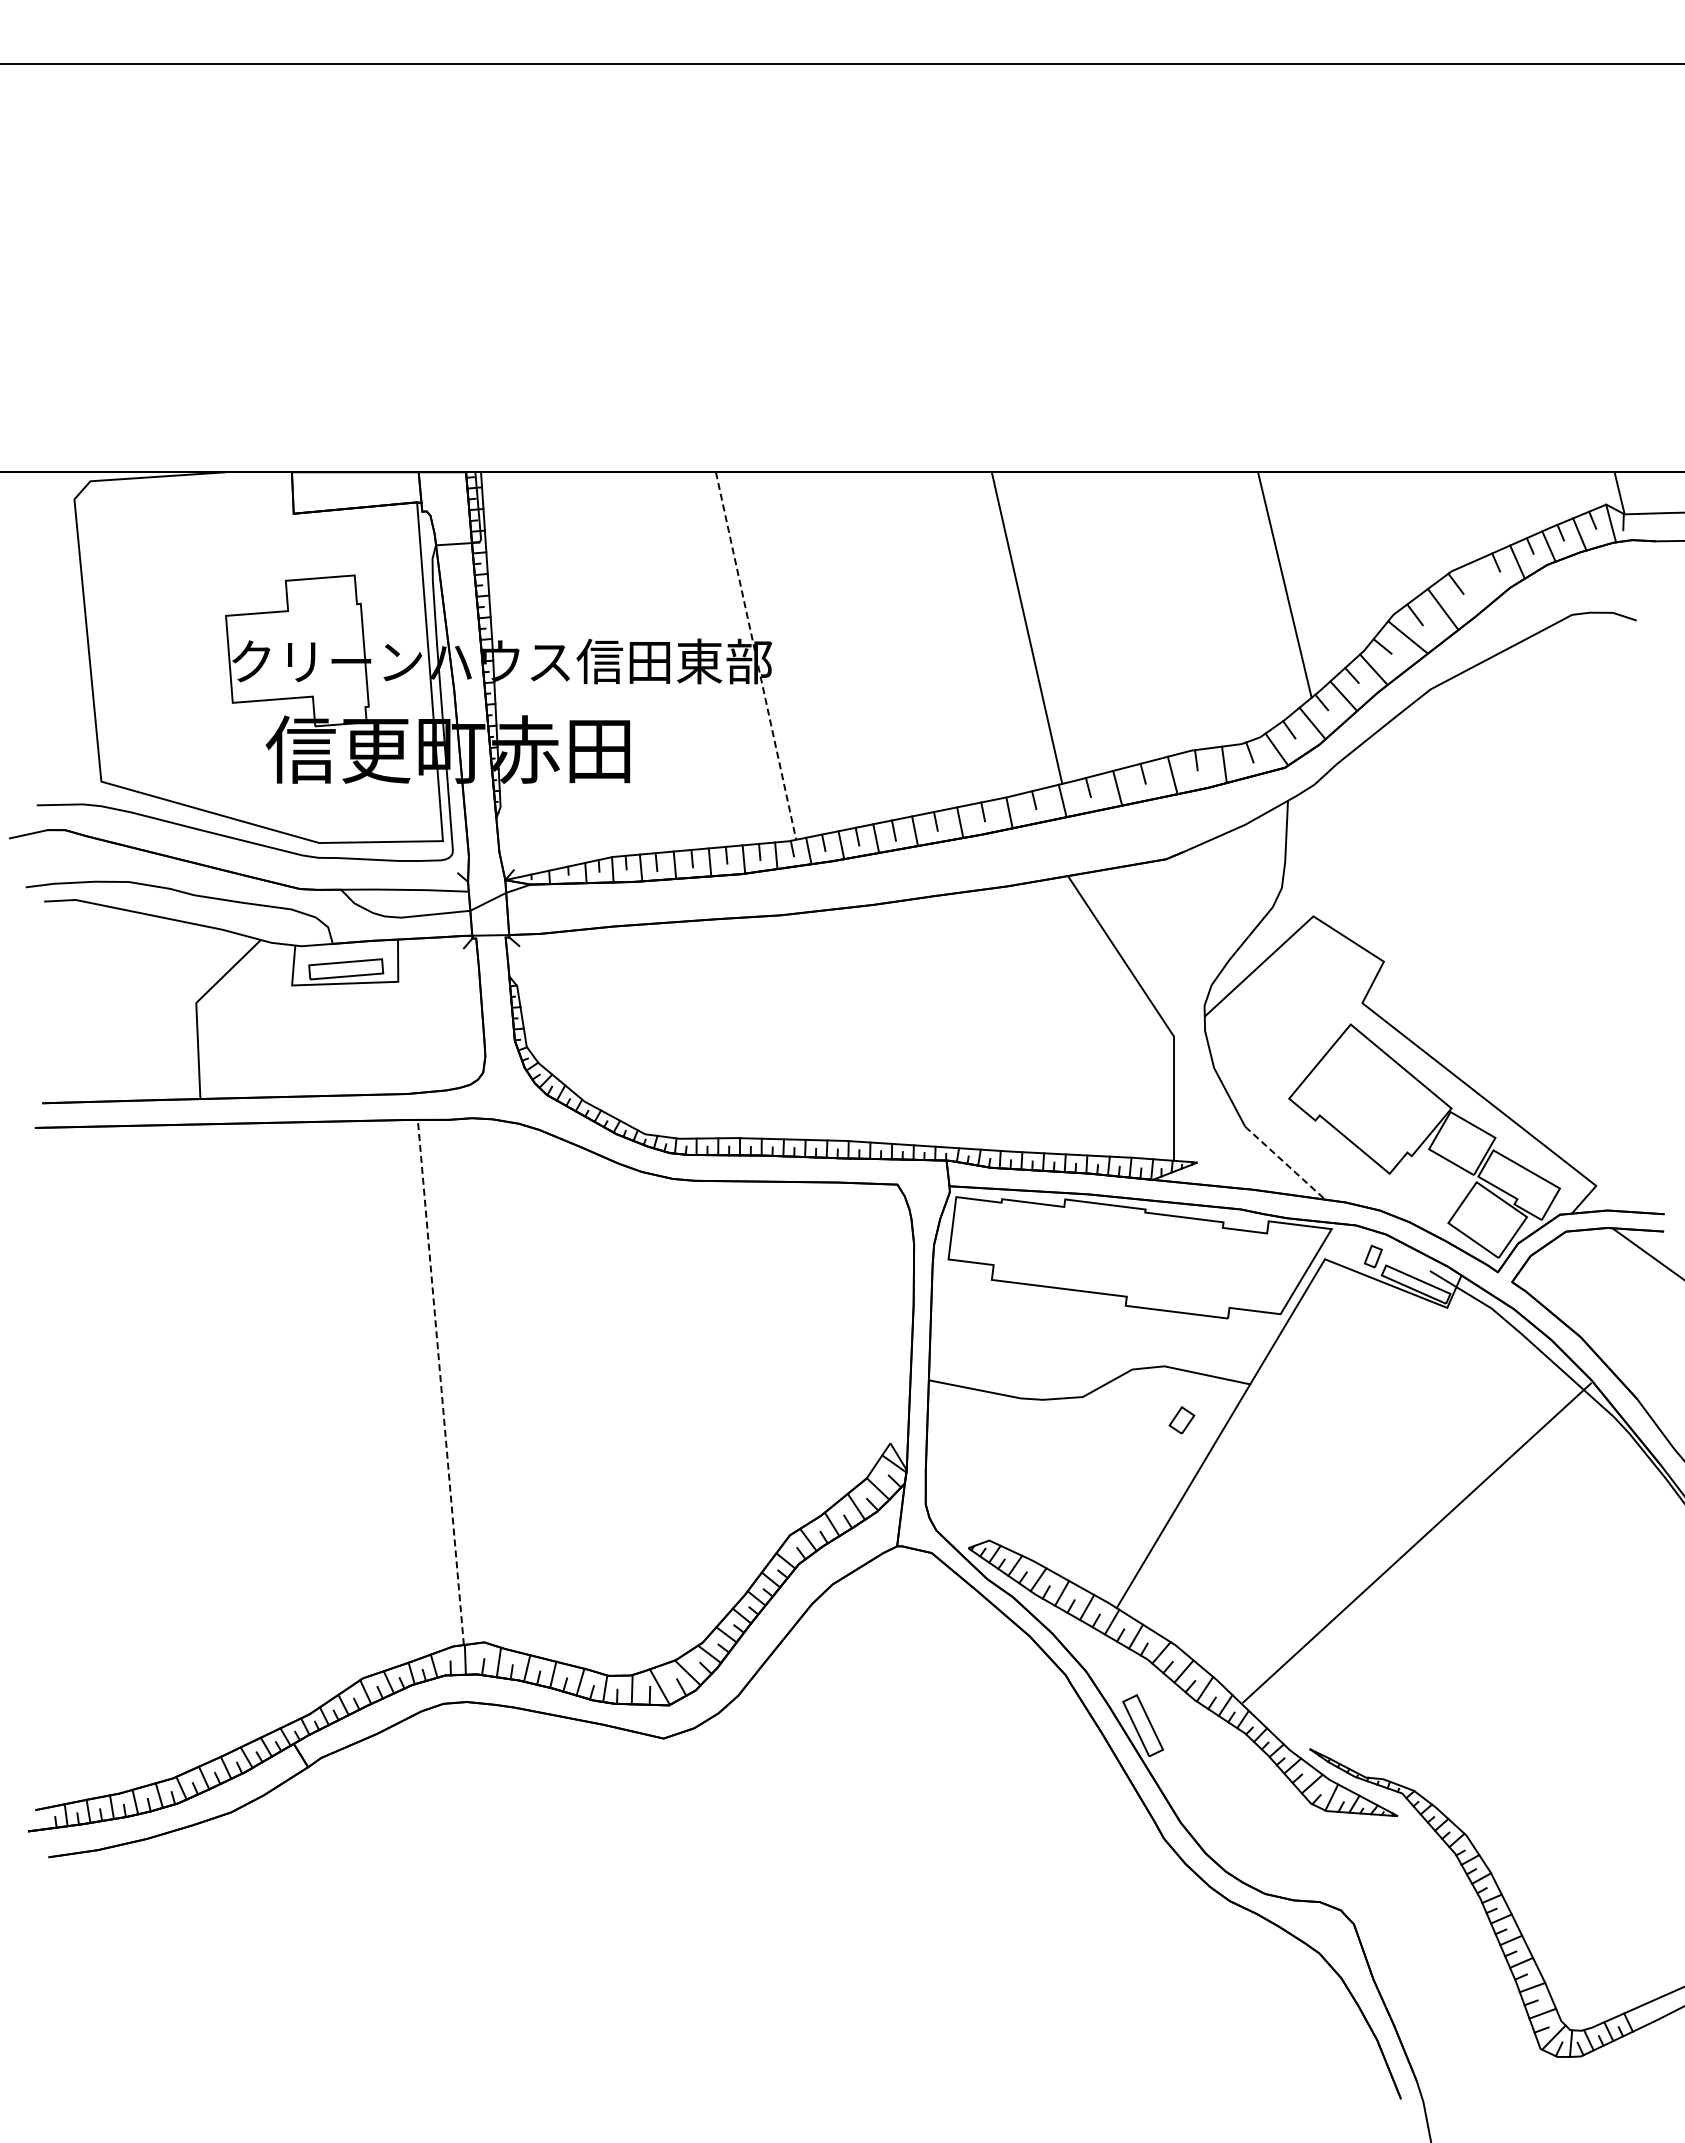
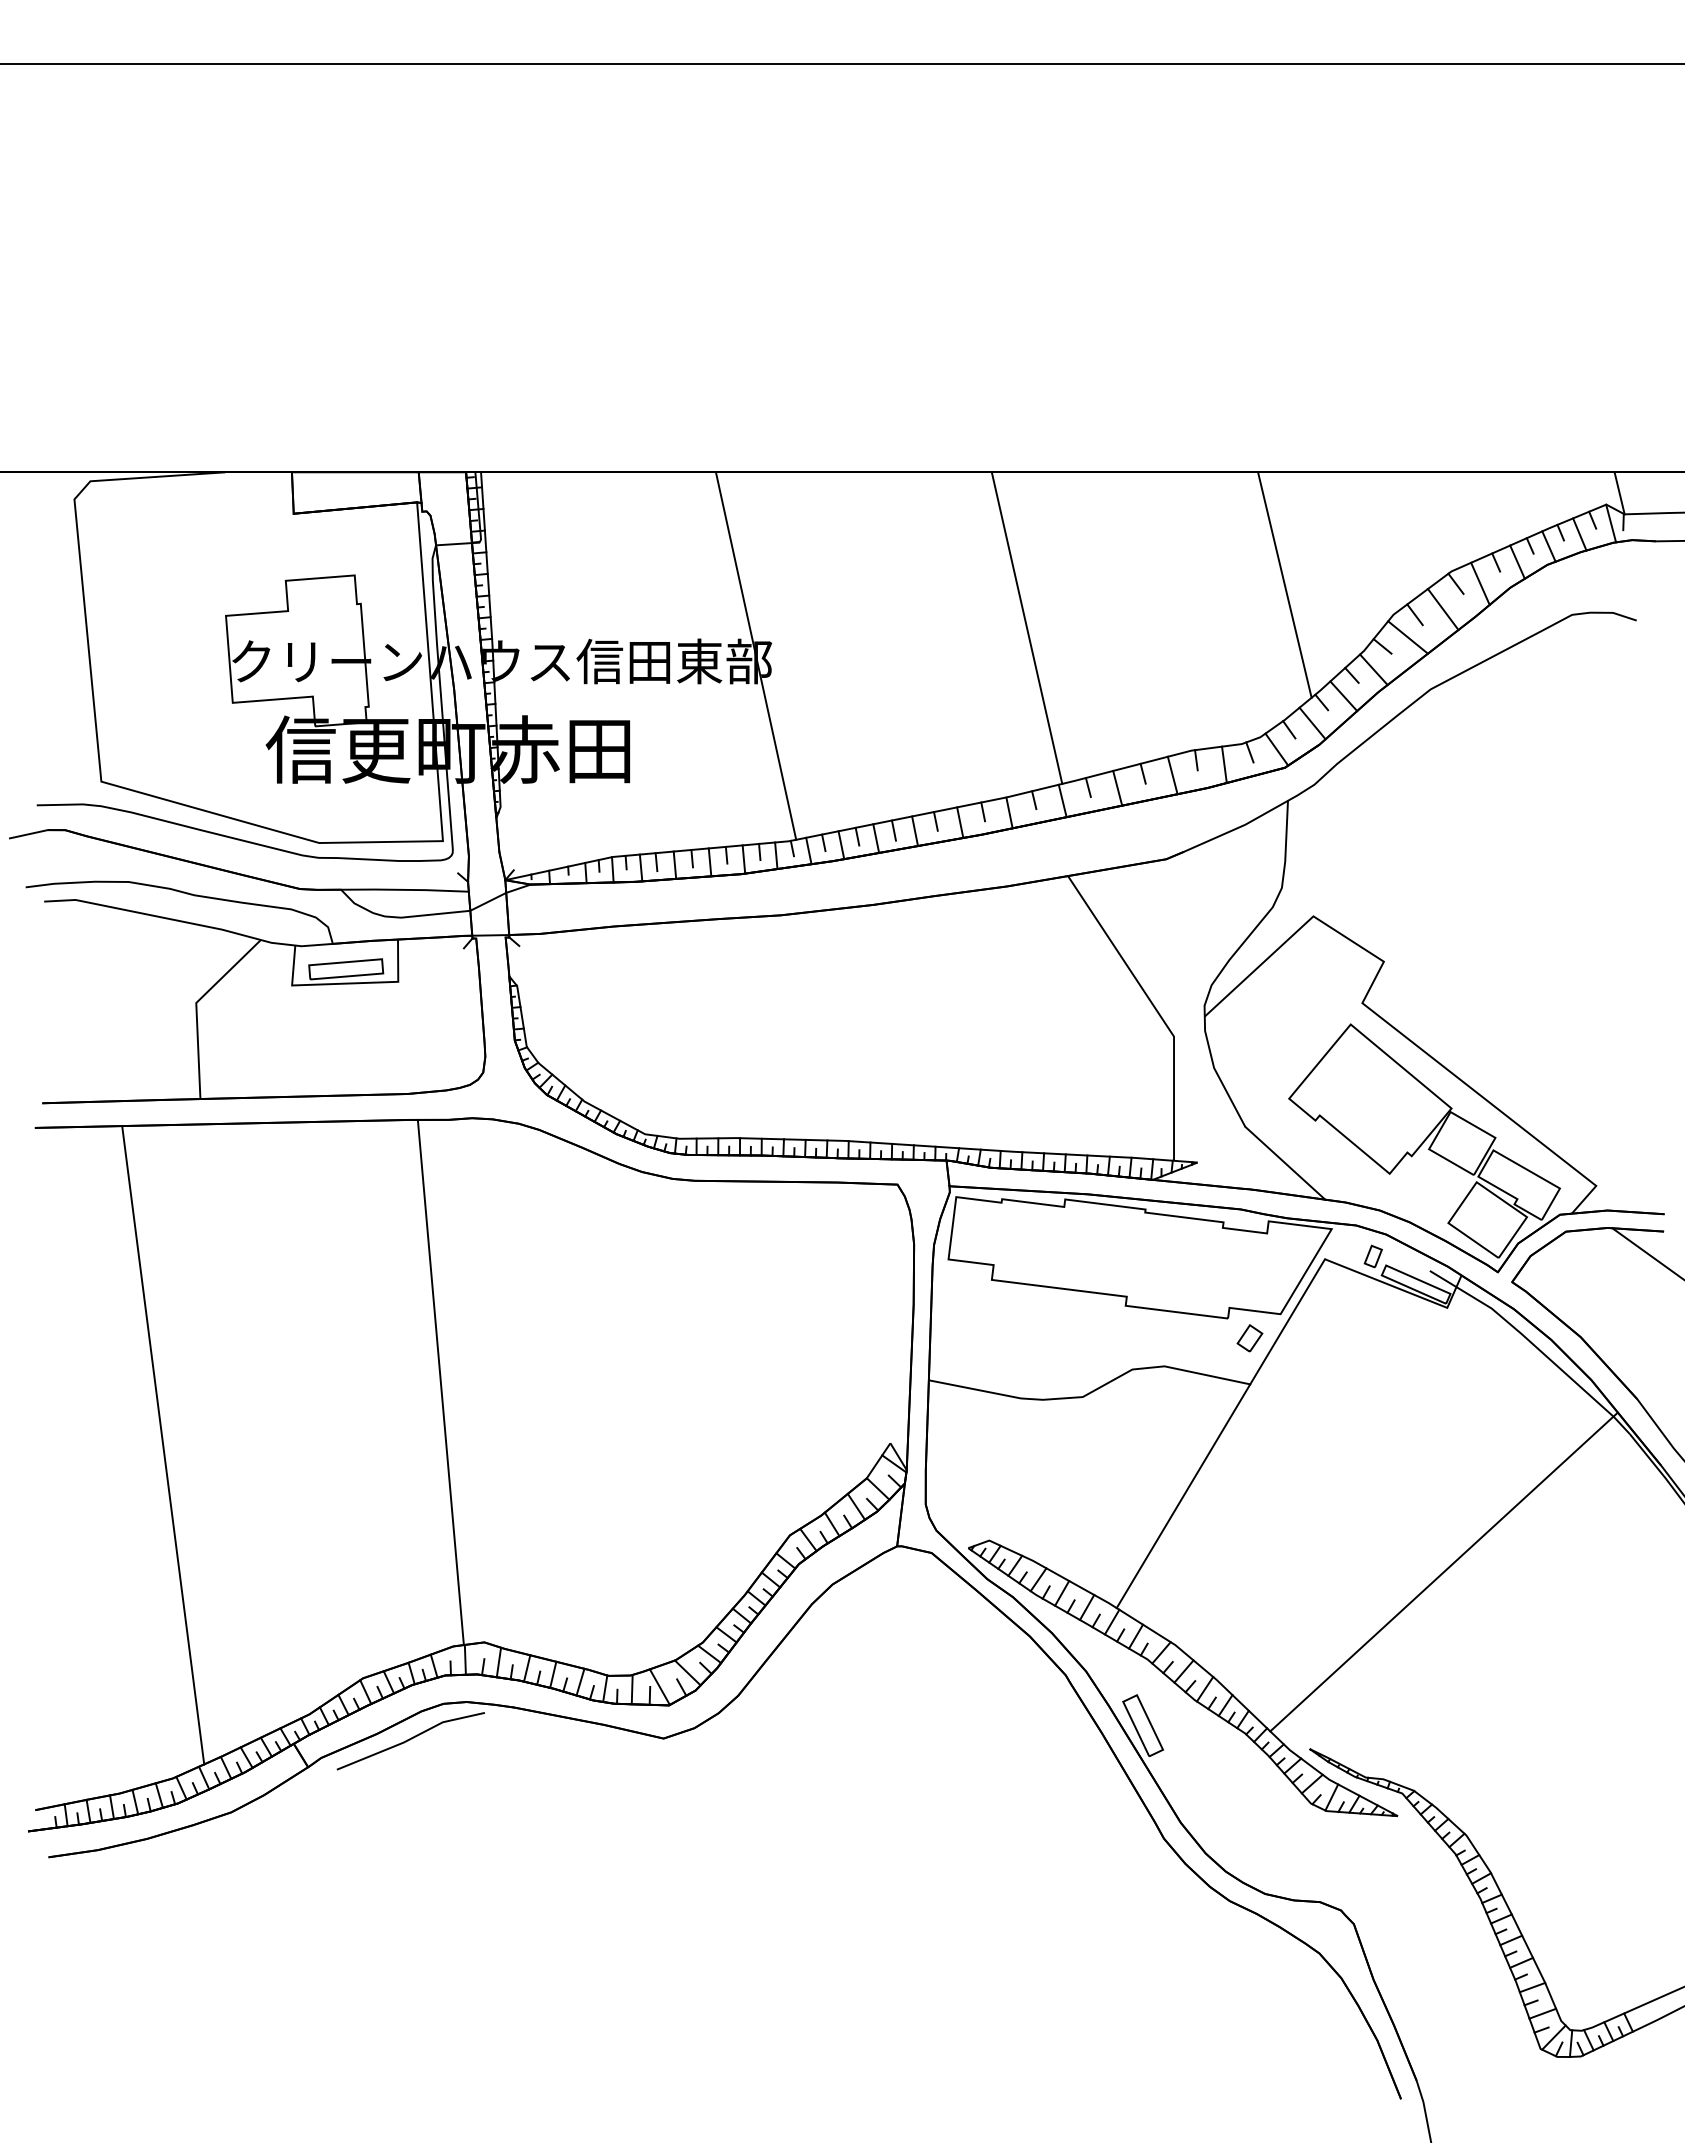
line at (1480, 583): none -> present
line at (756, 656): dashed -> solid
line at (1285, 1163): dashed -> solid
line at (440, 1382): dashed -> solid
part at (1181, 1420) position: (1181, 1420) -> (1249, 1338)
line at (163, 1445): none -> present
line at (1416, 1542) position: (1416, 1542) -> (1443, 1571)
line at (410, 1740): none -> present
